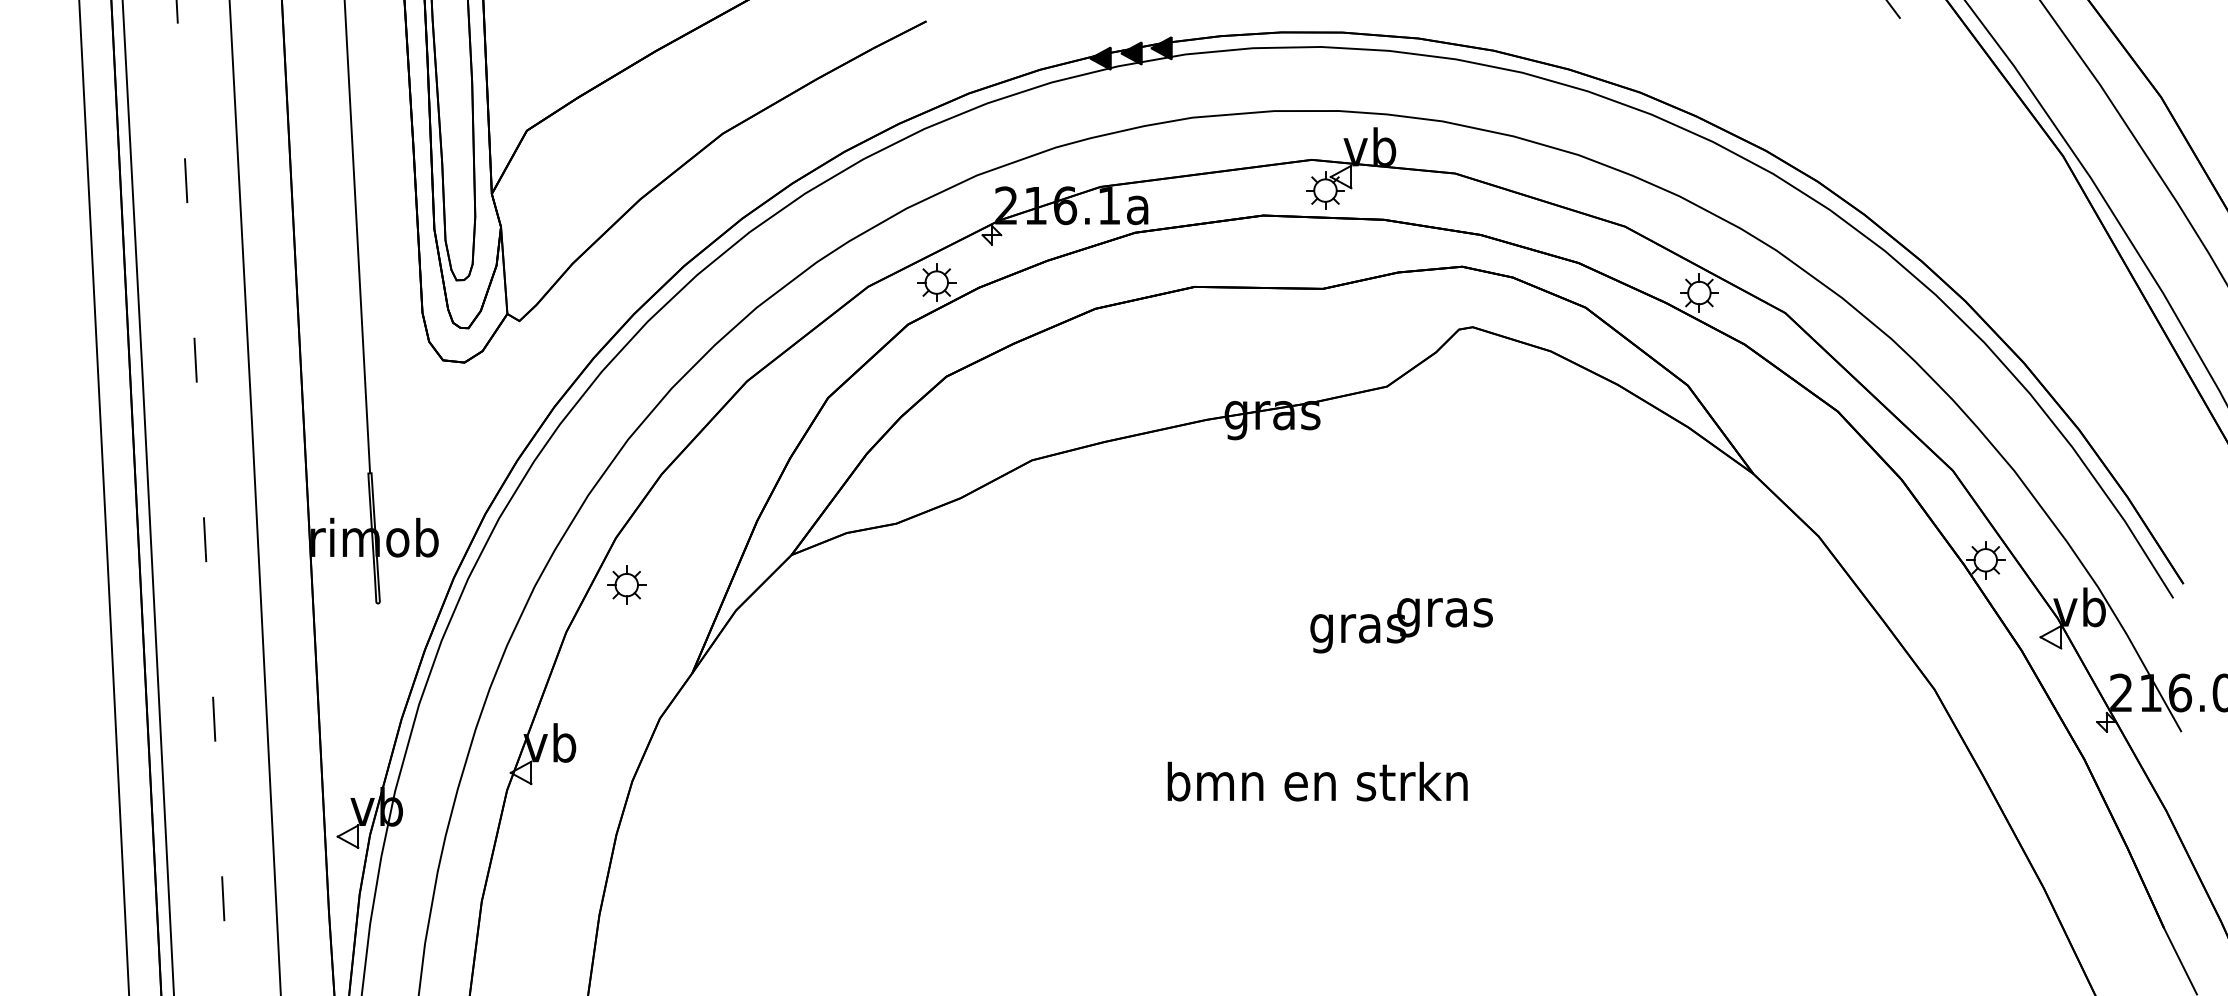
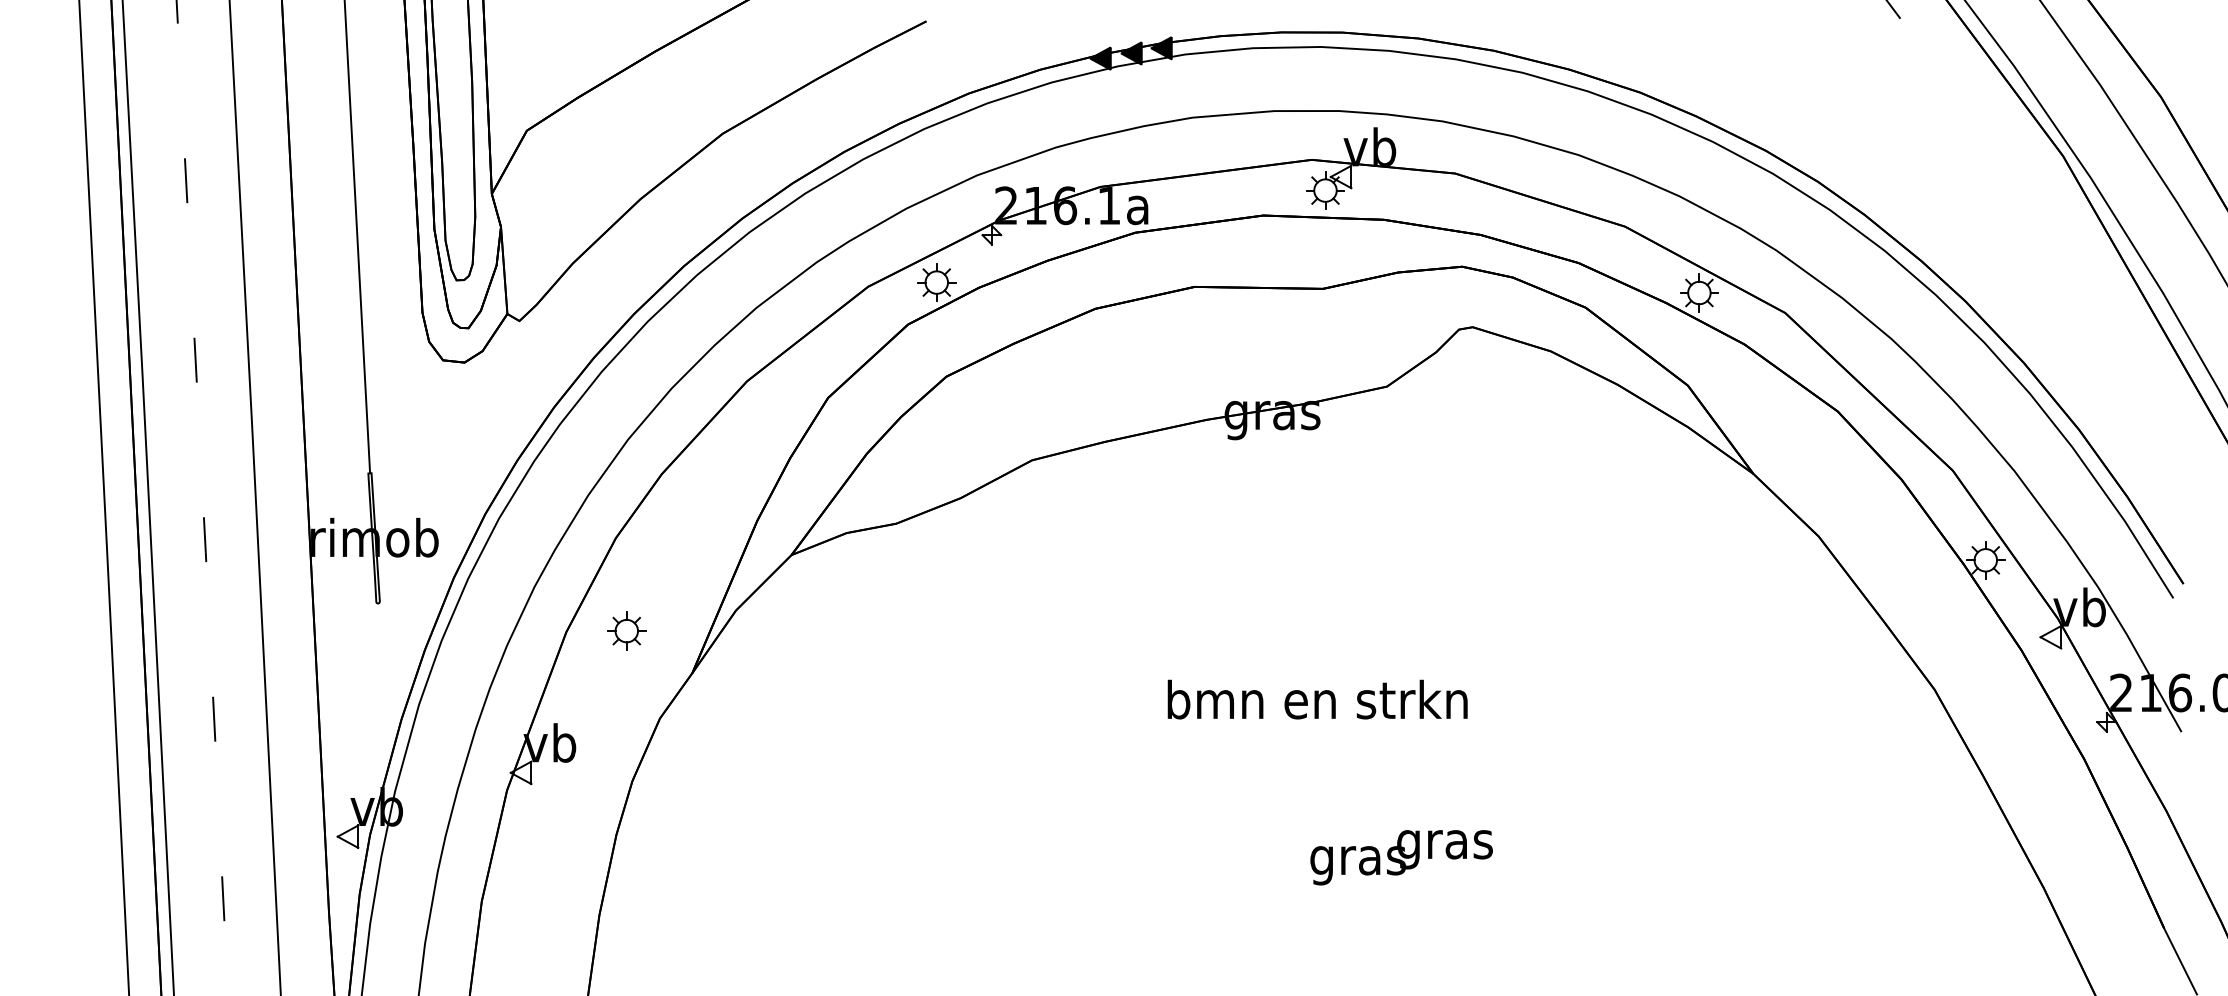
part at (626, 584) position: (626, 584) -> (626, 630)
text at (1401, 625) position: (1401, 625) -> (1401, 857)
text at (1317, 781) position: (1317, 781) -> (1317, 699)
